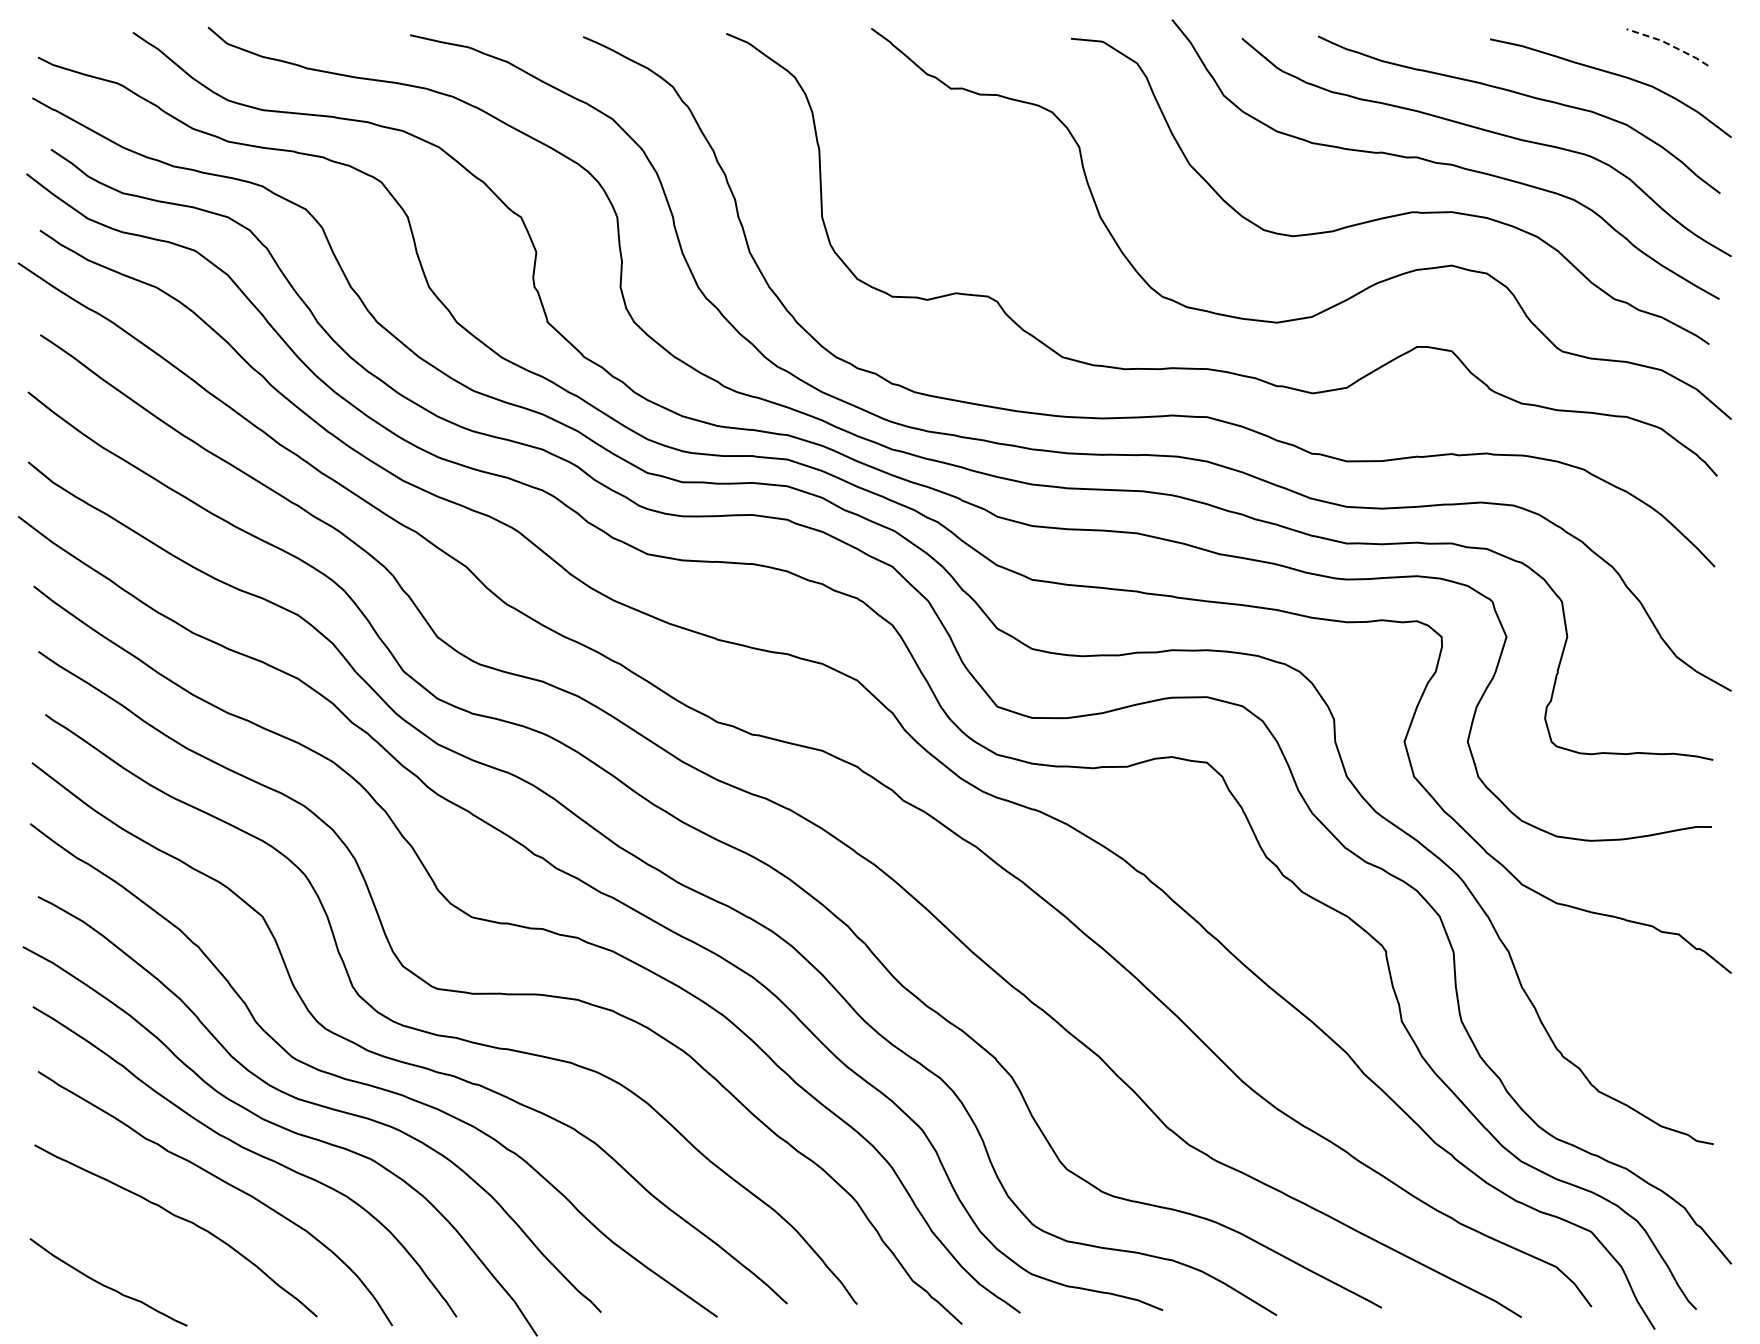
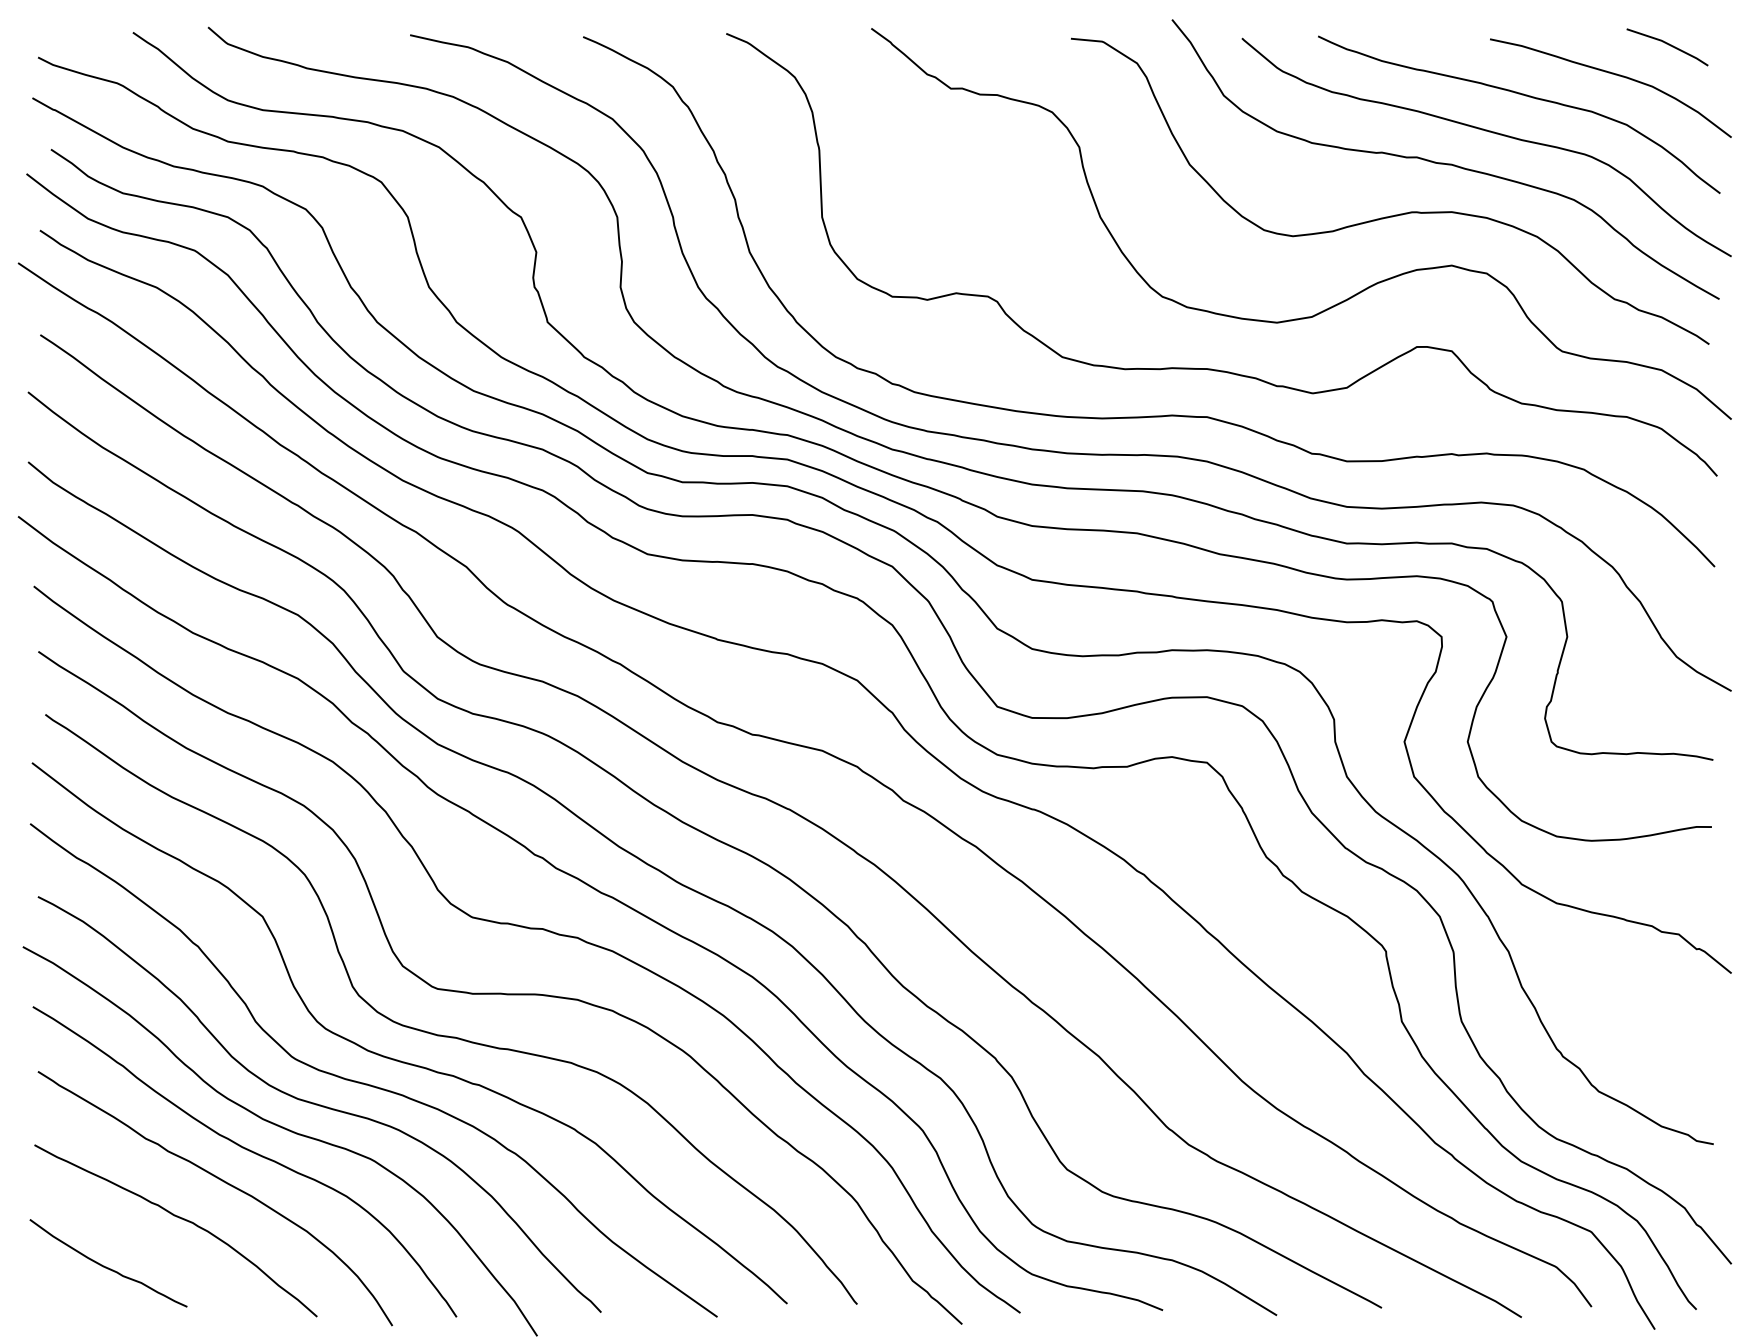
line at (1668, 44): dashed -> solid
curve at (106, 1285) position: (106, 1285) -> (106, 1266)
